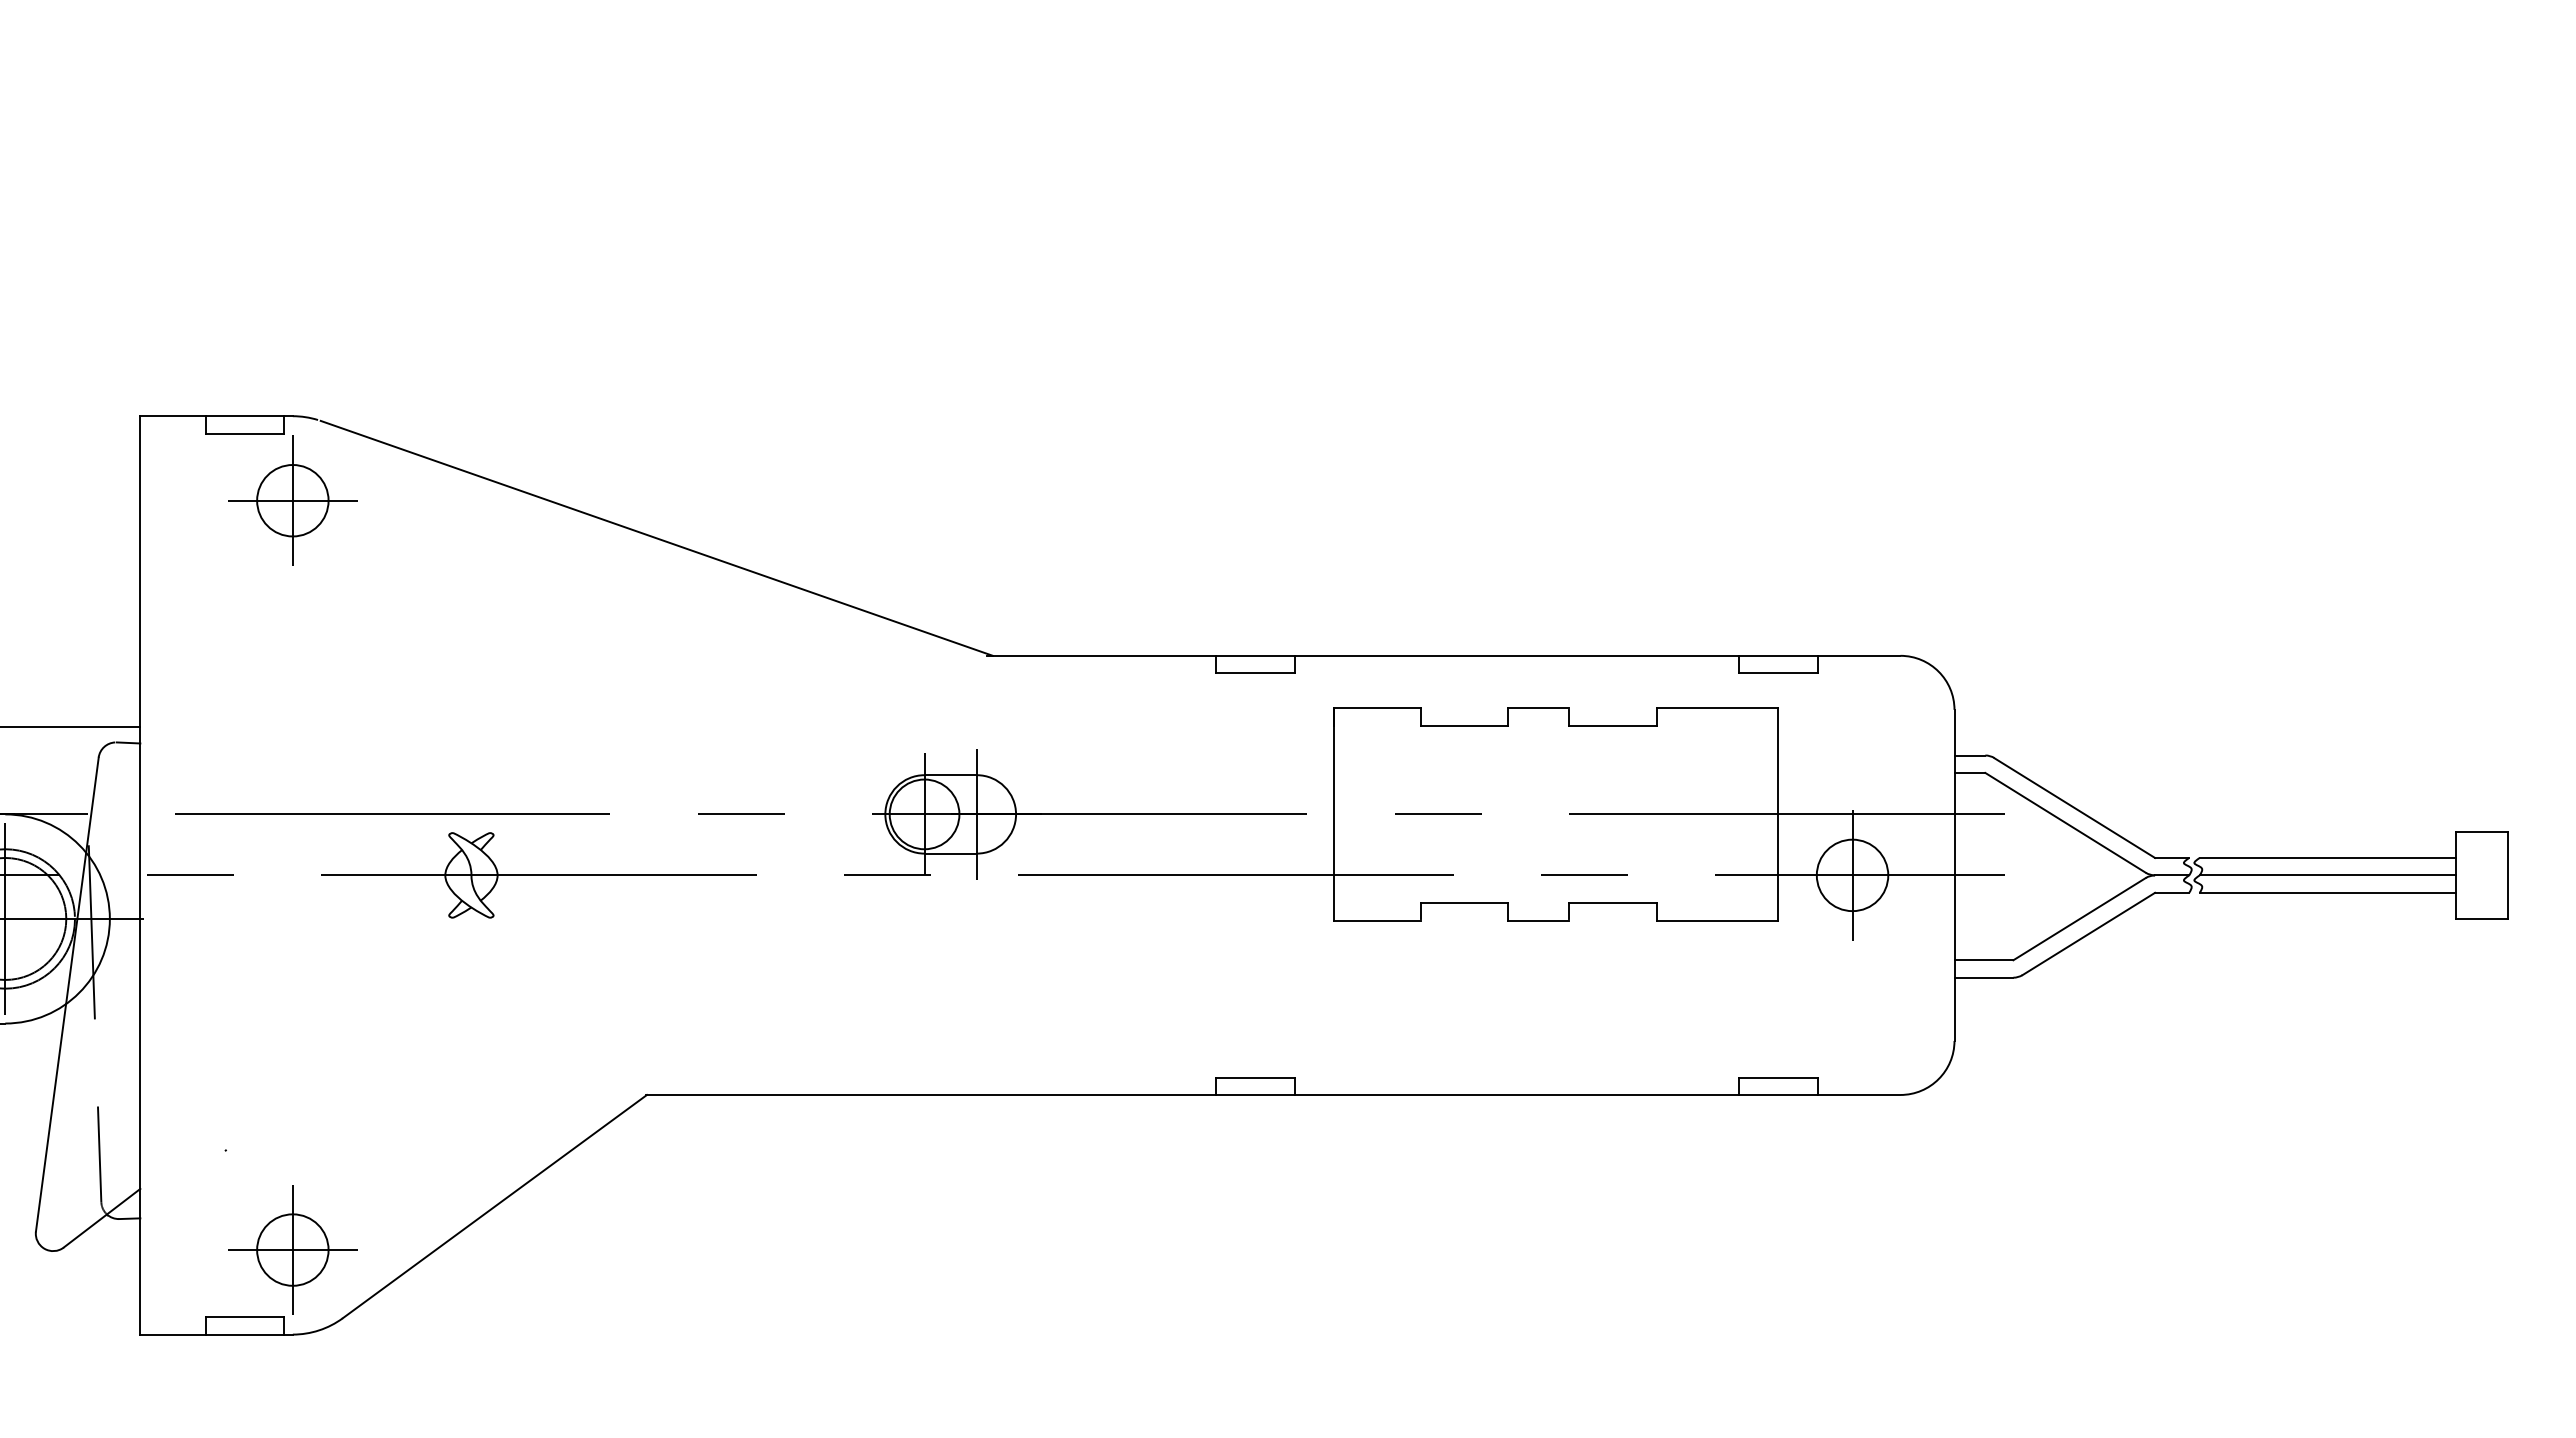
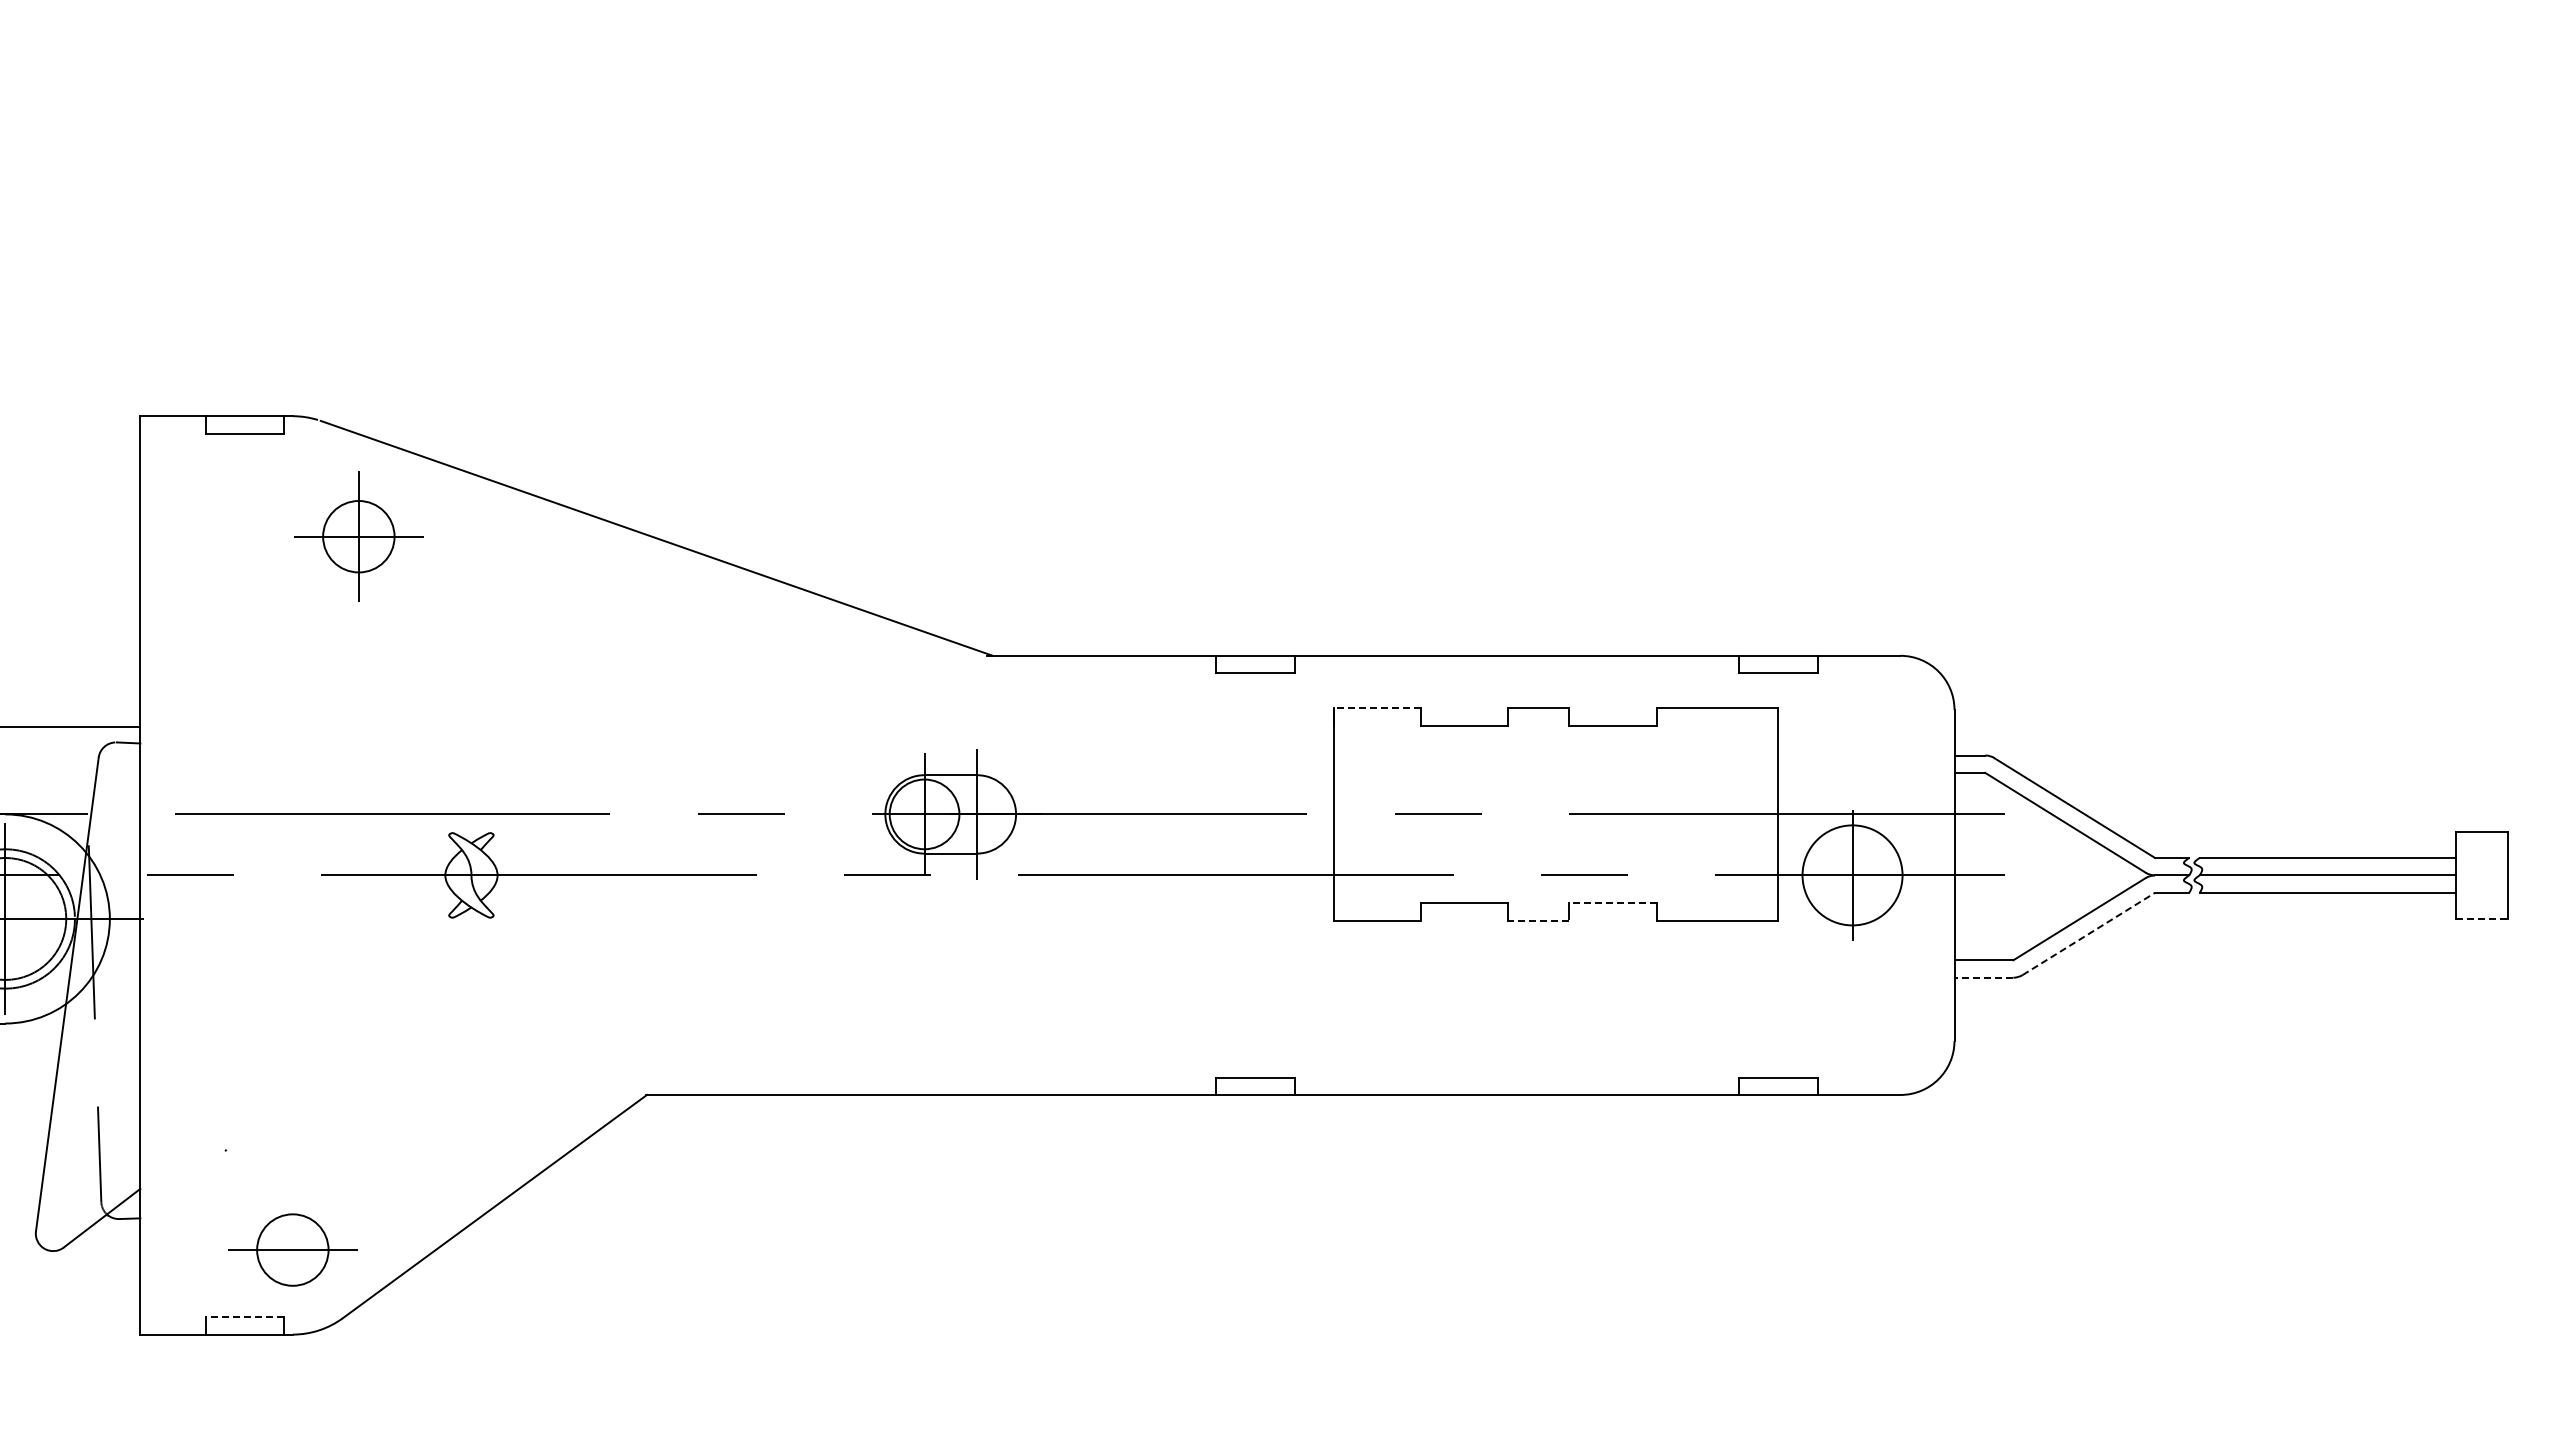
part at (292, 500) position: (292, 500) -> (358, 536)
line at (1377, 708): solid -> dashed
circle at (1852, 875) diameter: 71 px -> 100 px
line at (1612, 903): solid -> dashed
line at (2482, 918): solid -> dashed
line at (1538, 920): solid -> dashed
line at (2088, 933): solid -> dashed
line at (1983, 977): solid -> dashed
line at (292, 1249): present -> none
line at (244, 1317): solid -> dashed
